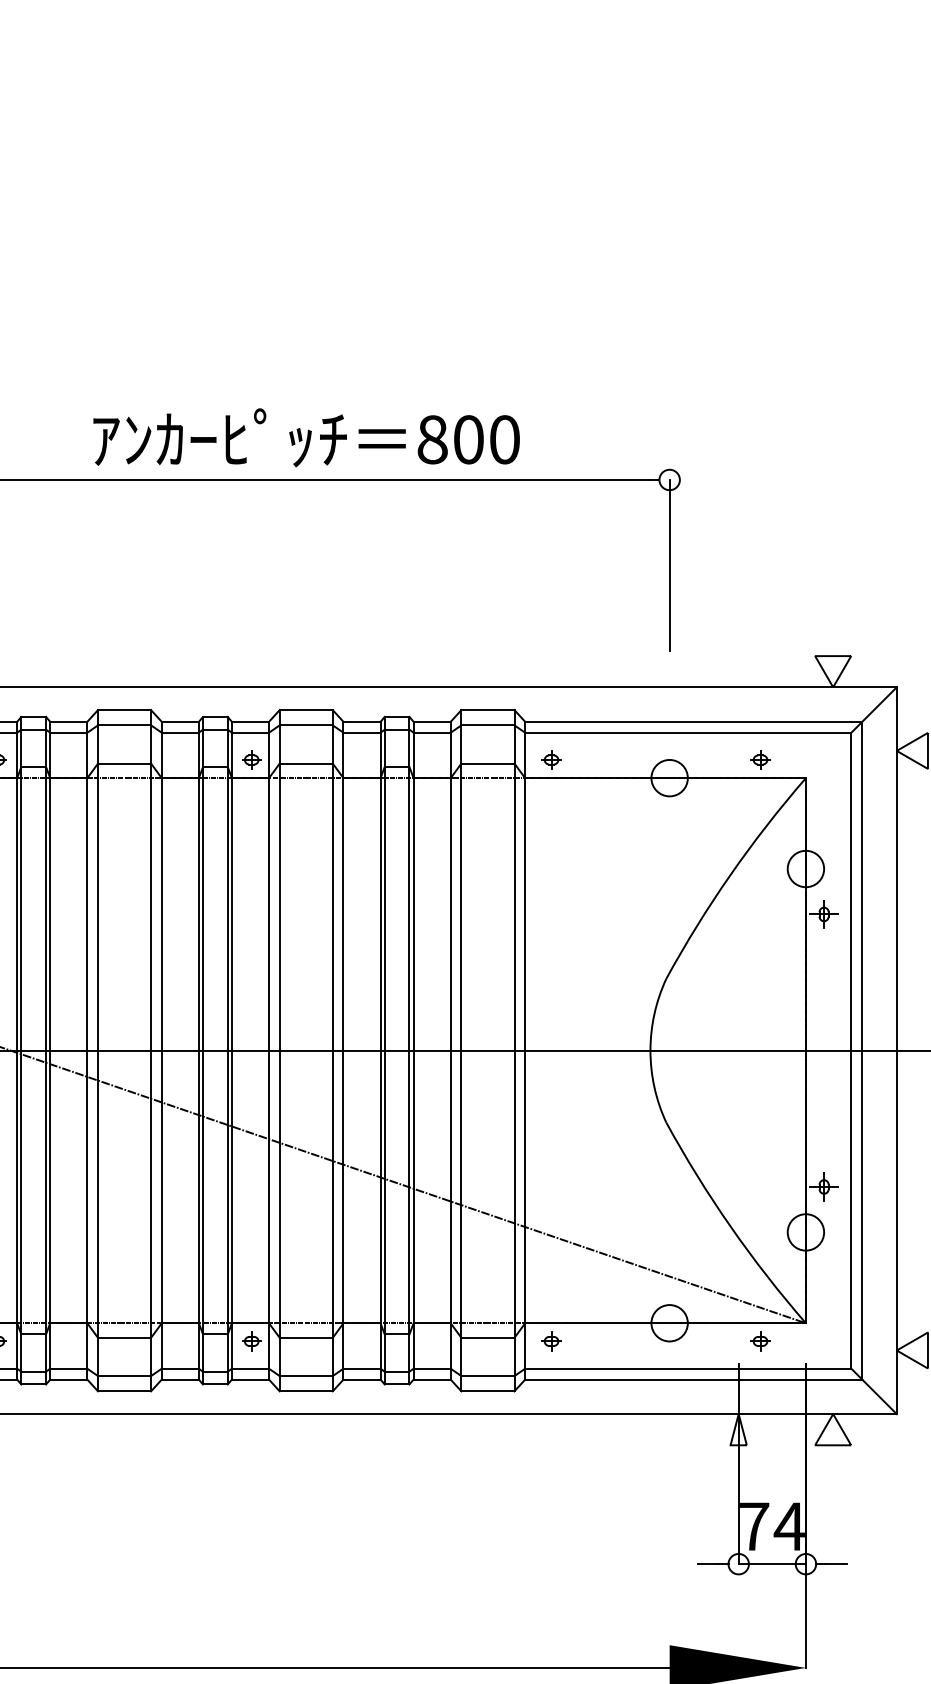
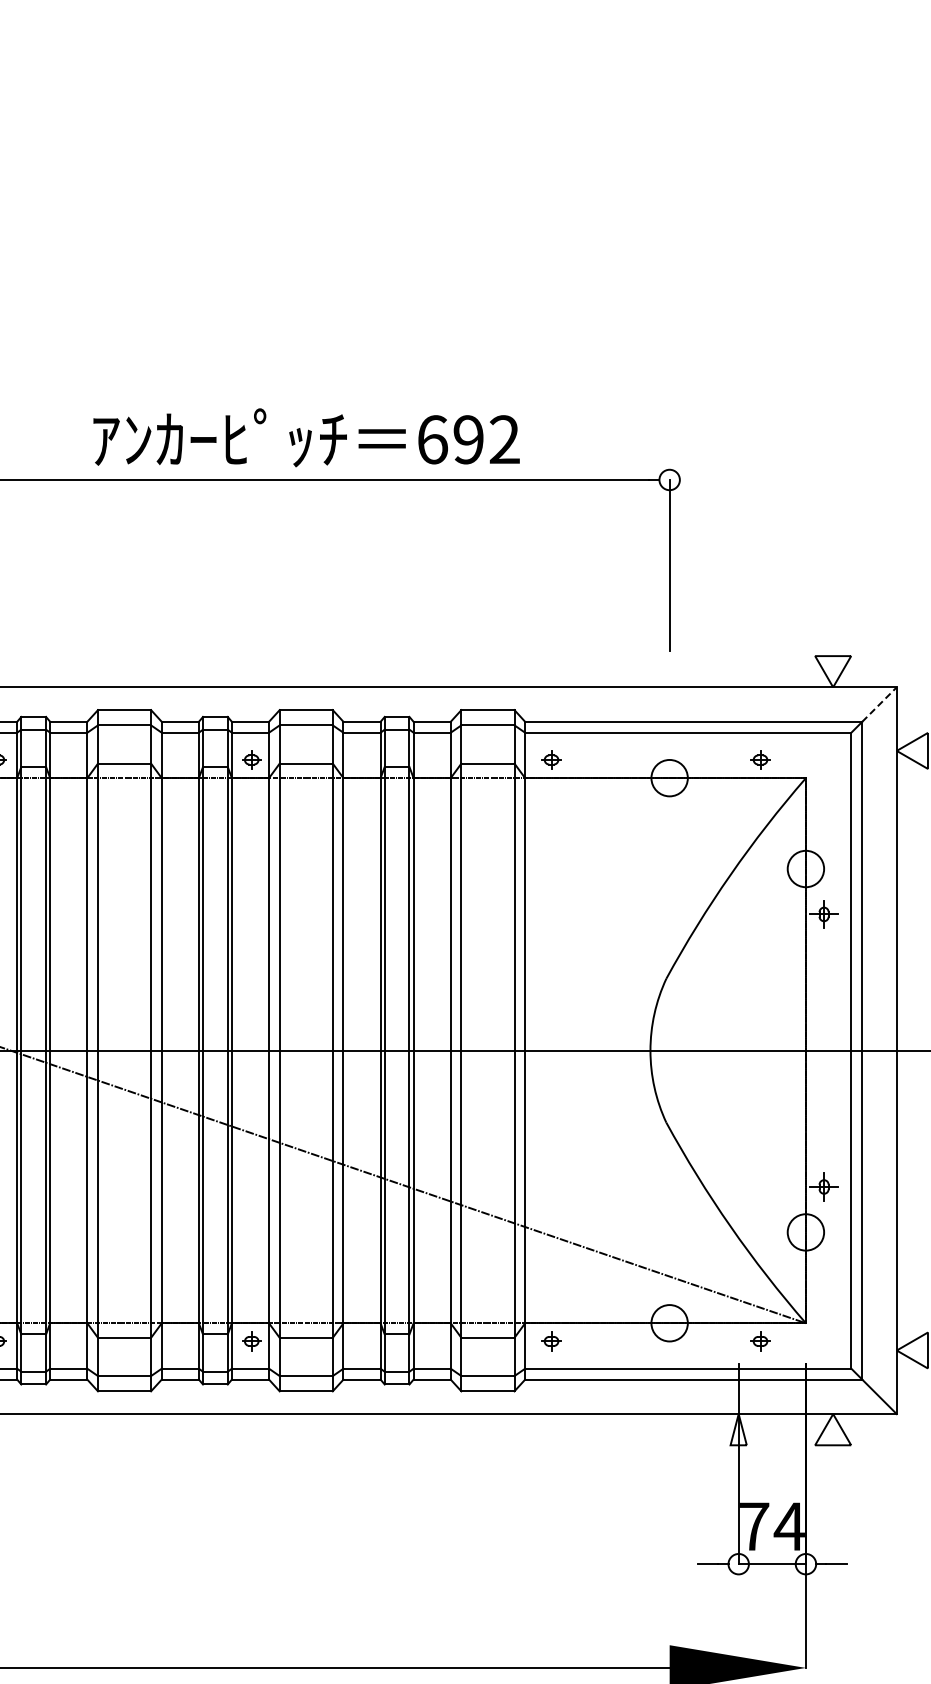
text at (468, 439): 800 -> 692
line at (879, 704): solid -> dashed
